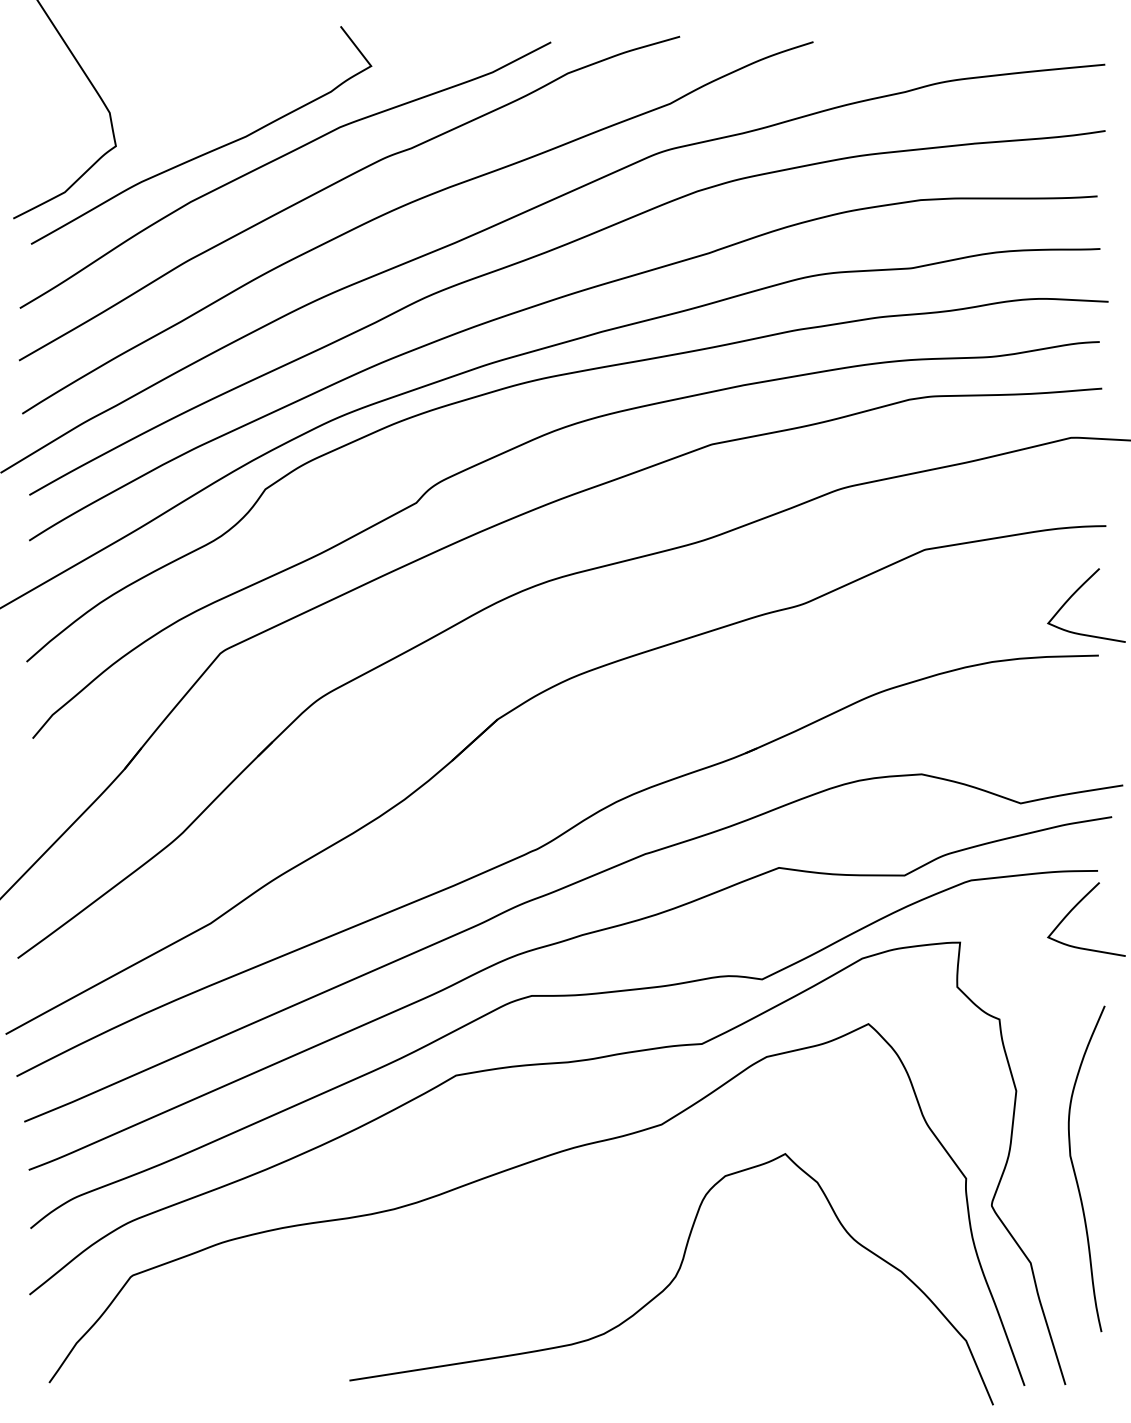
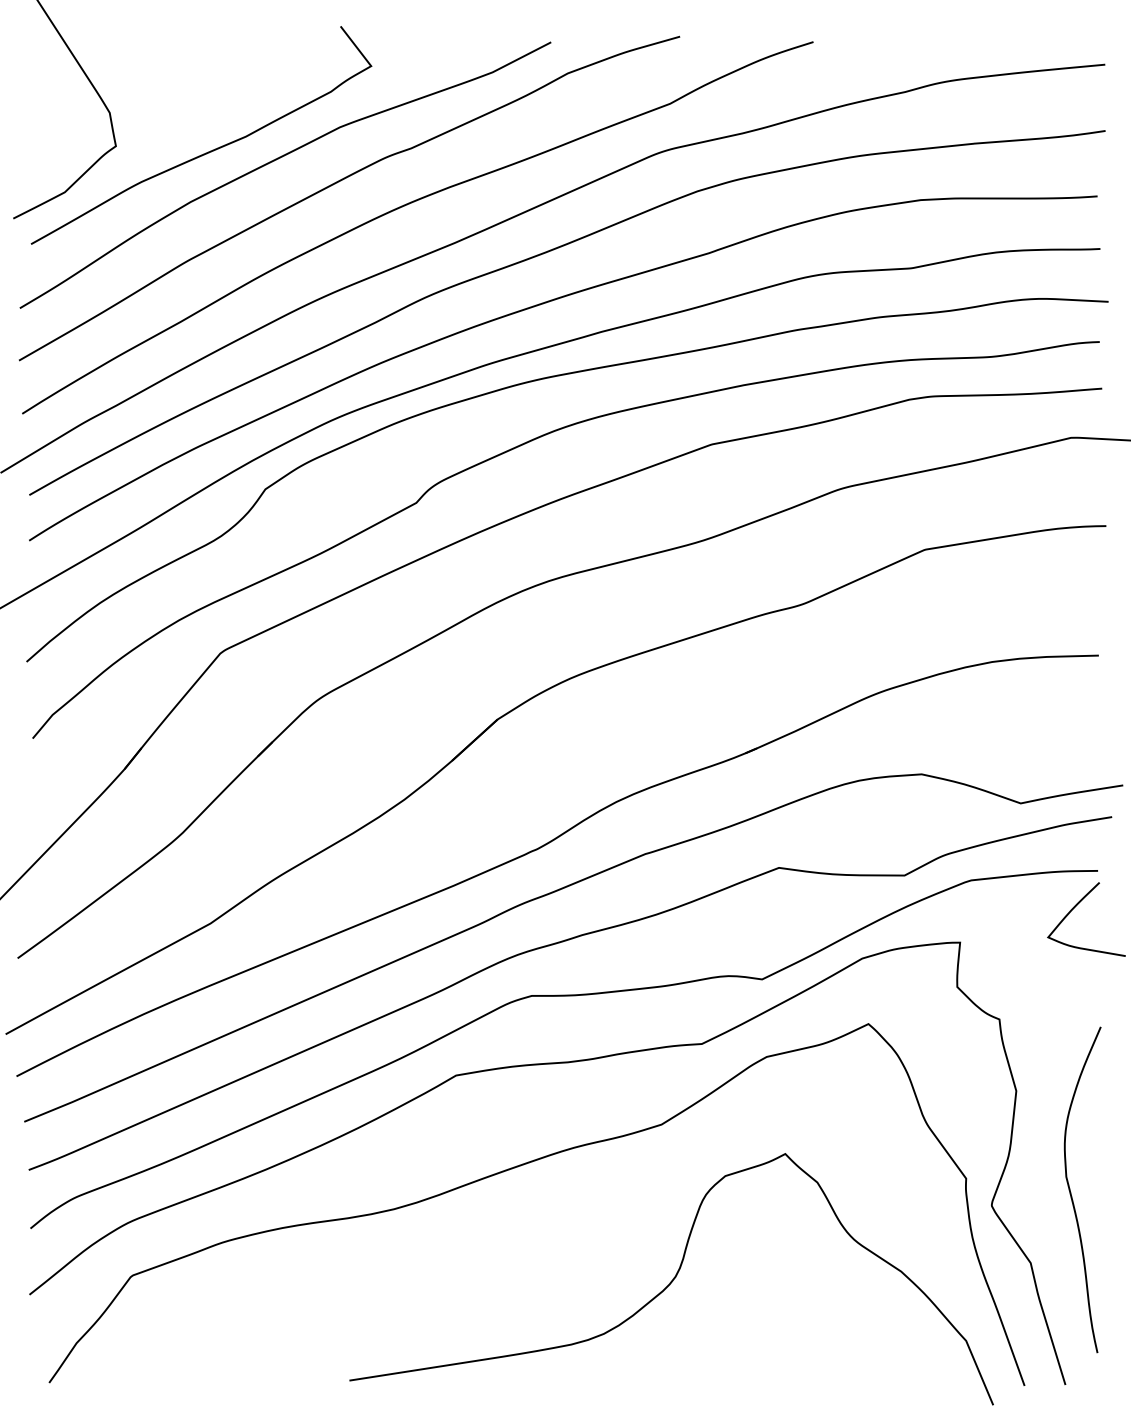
curve at (1075, 593): present -> none
curve at (1075, 1171) position: (1075, 1171) -> (1071, 1192)
